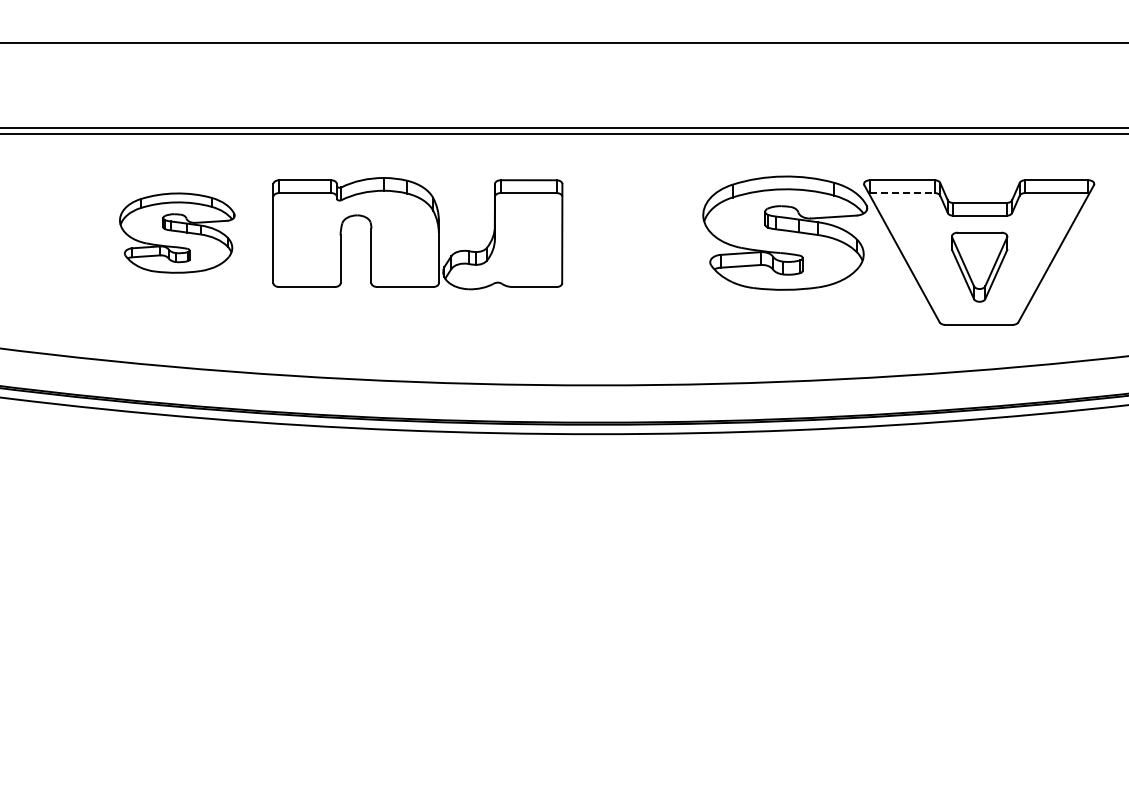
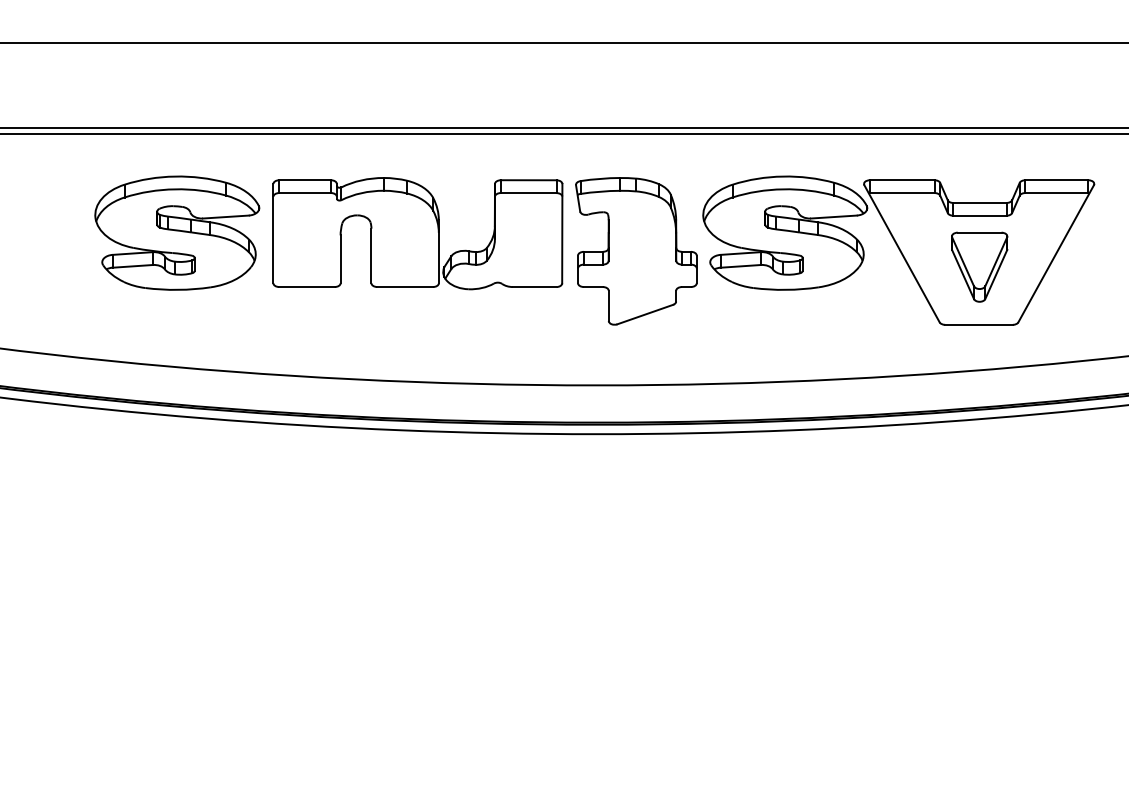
line at (902, 193): dashed -> solid
part at (177, 232) size: 117x82 px -> 167x116 px
part at (636, 251): none -> present
